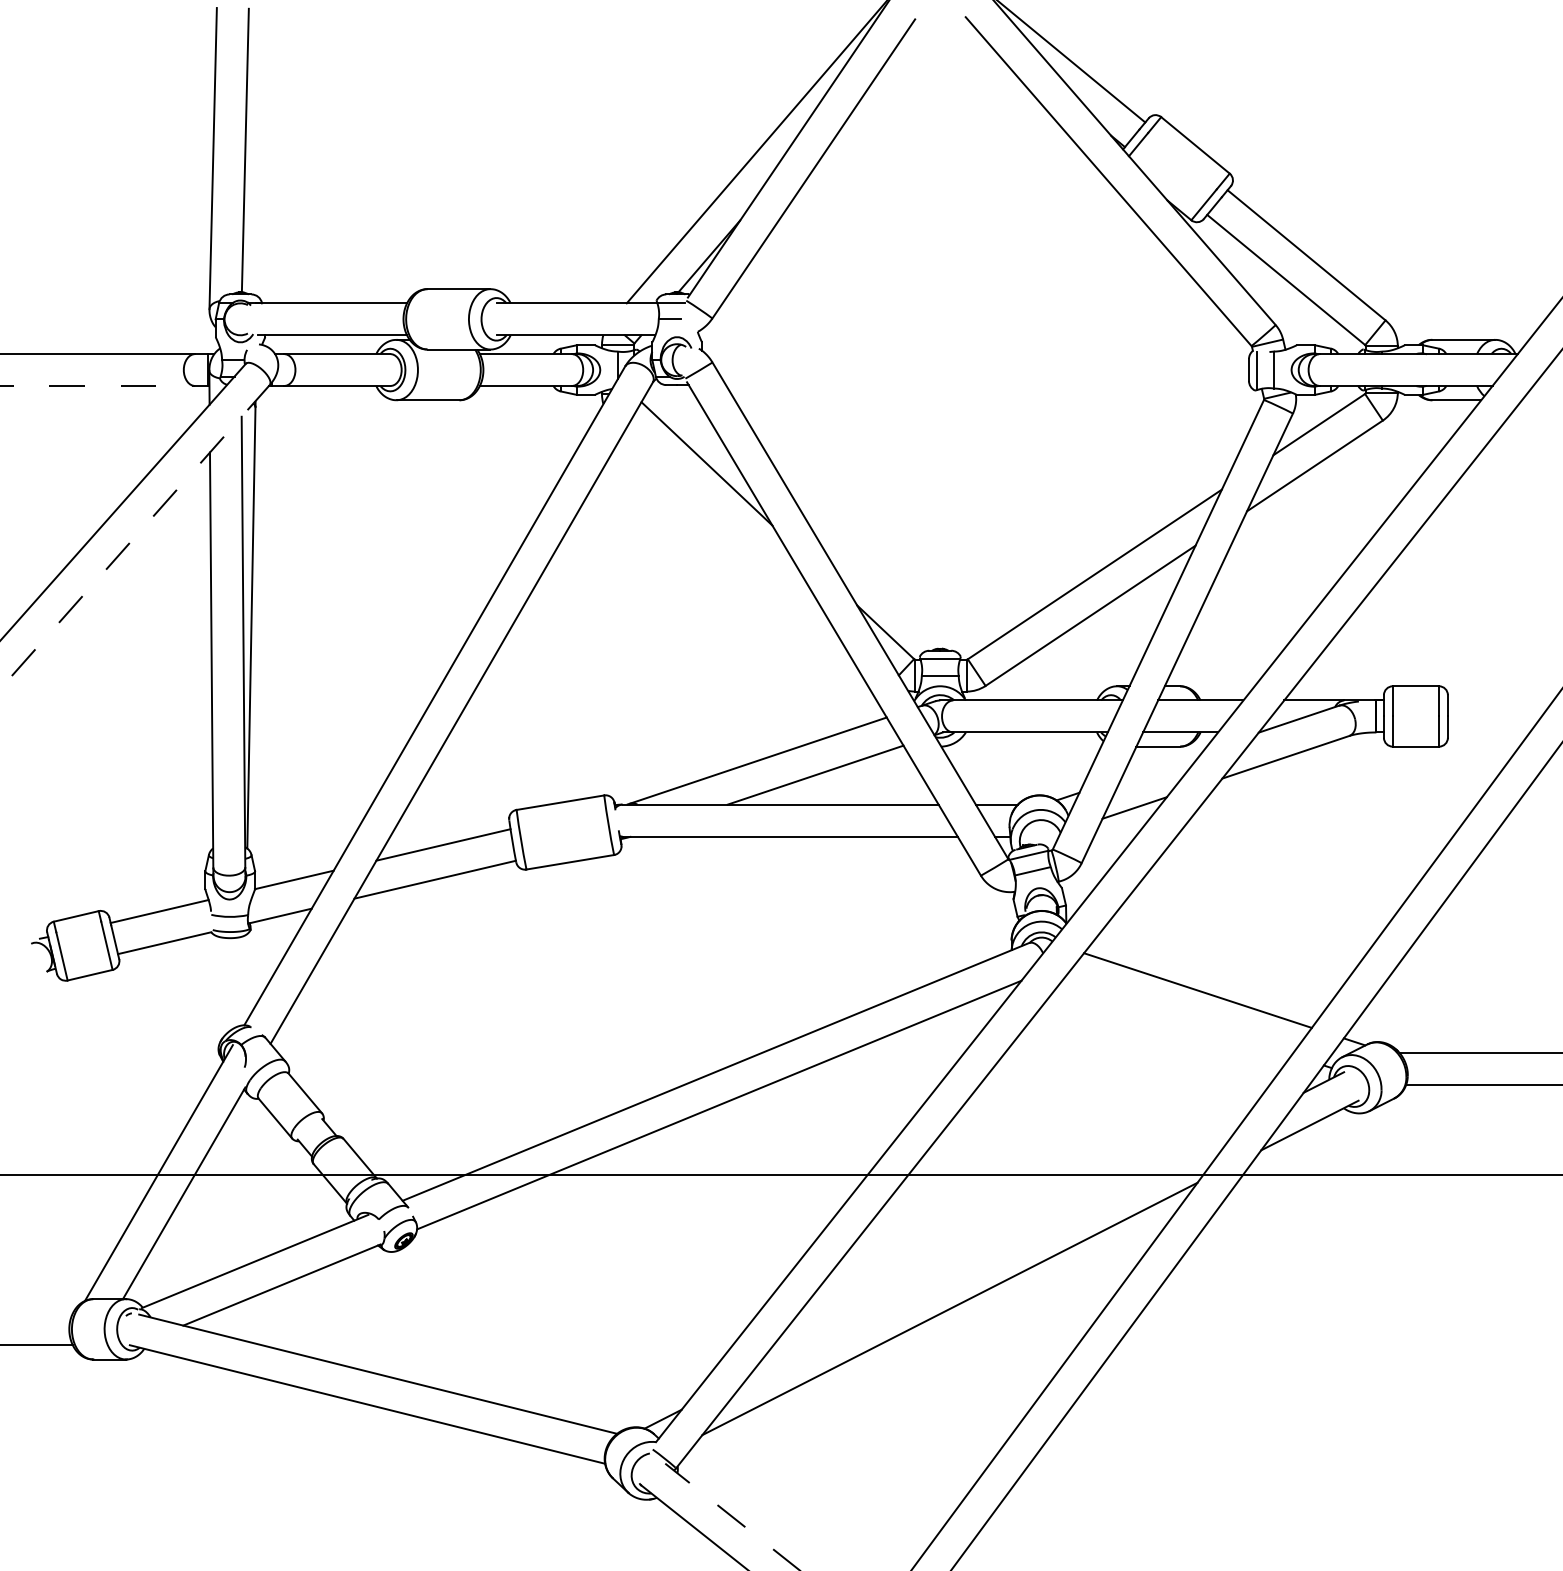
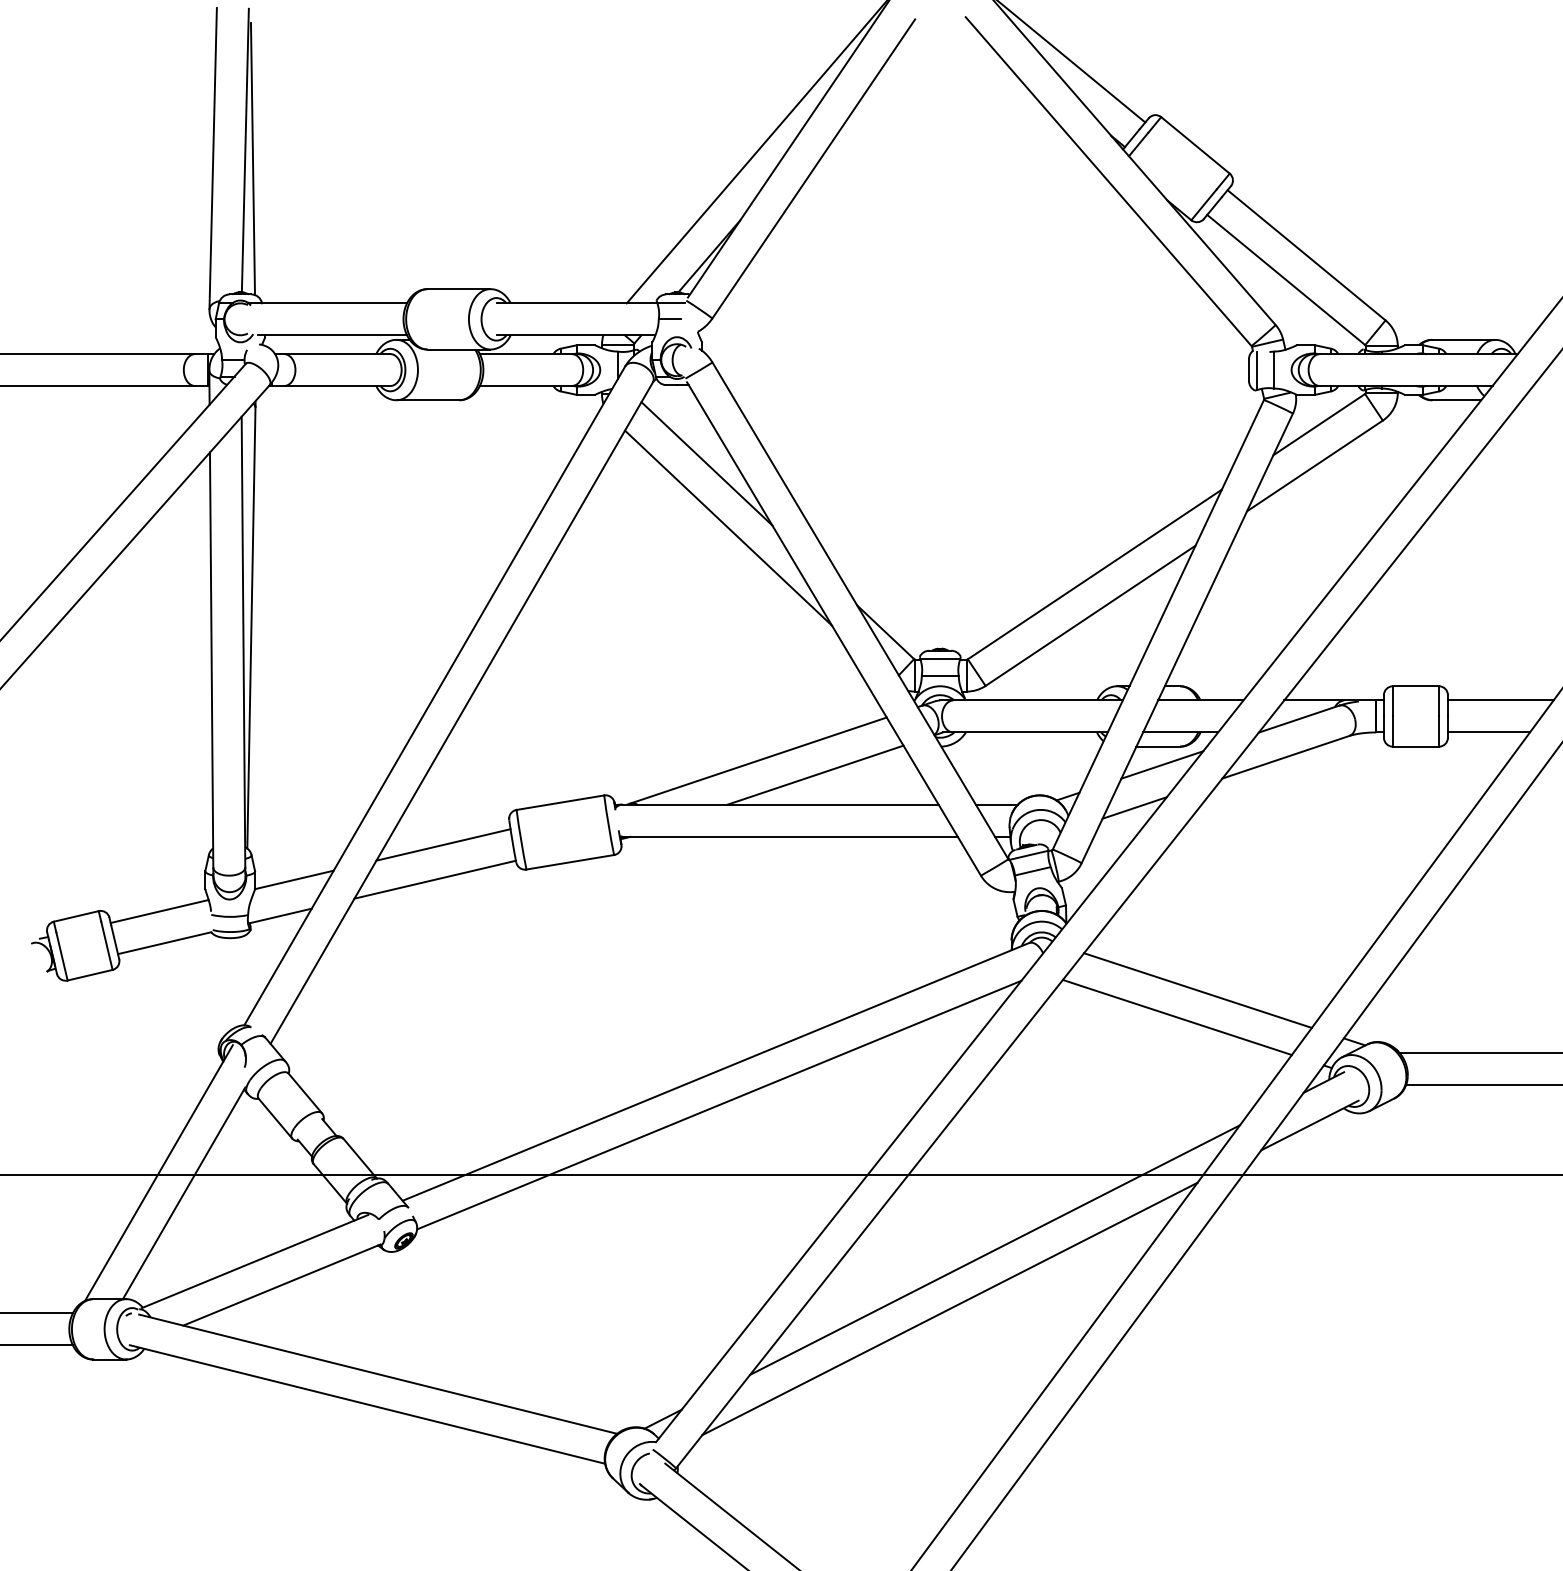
line at (252, 159): none -> present
line at (98, 386): dashed -> solid
line at (728, 527): none -> present
line at (135, 536): dashed -> solid
line at (1500, 700): none -> present
line at (1488, 732): none -> present
line at (1162, 764): none -> present
line at (1176, 1017): none -> present
line at (995, 1249): none -> present
line at (37, 1313): none -> present
line at (732, 1516): dashed -> solid
